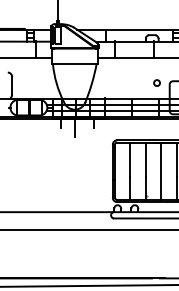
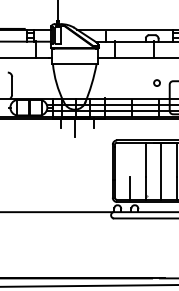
line at (129, 159): present -> none
line at (88, 229): present -> none
